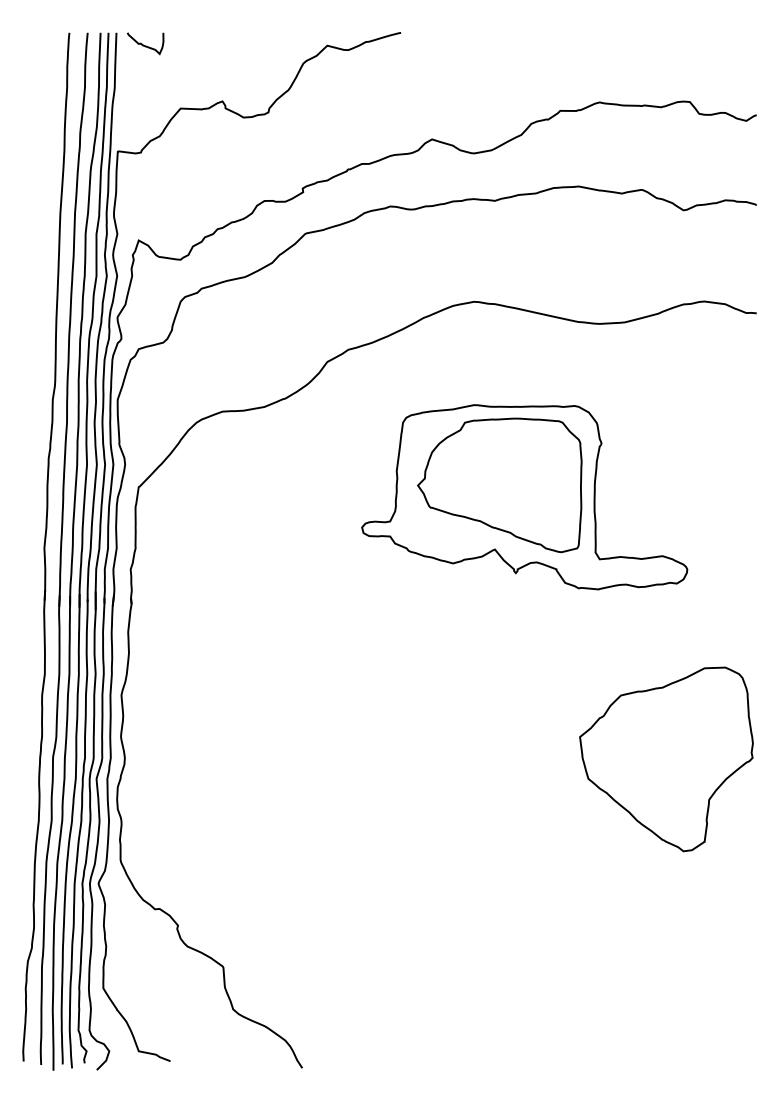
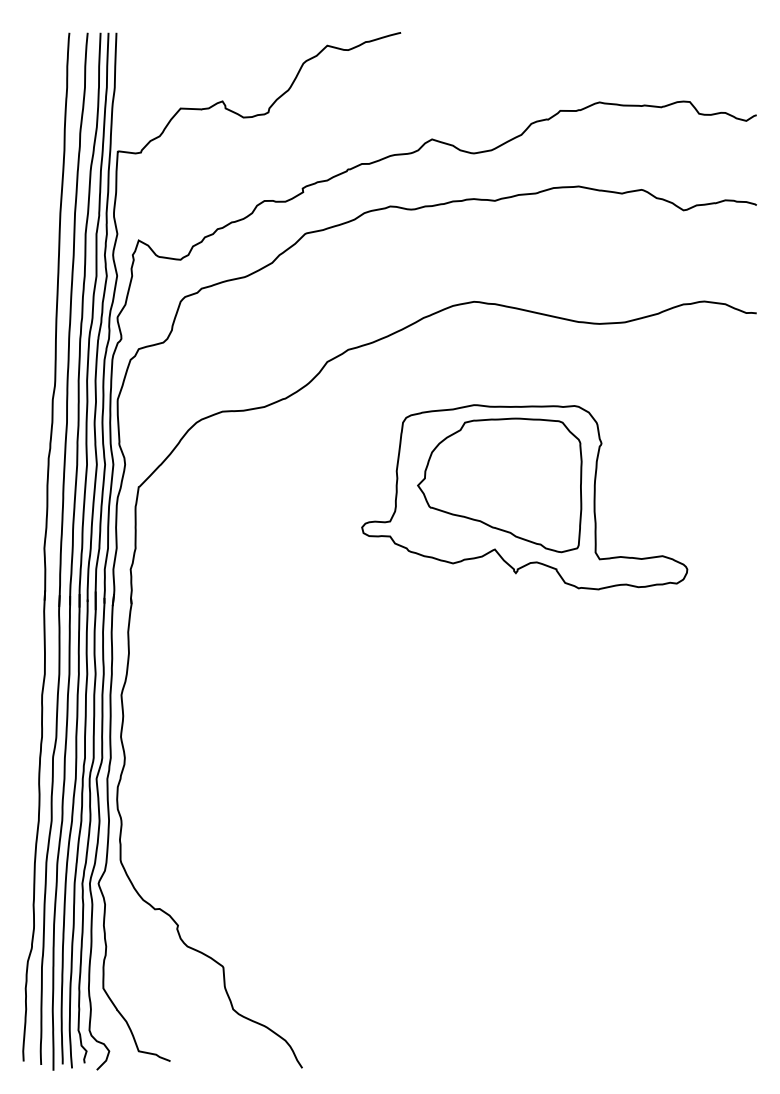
curve at (145, 45): present -> none
part at (666, 759): present -> none
